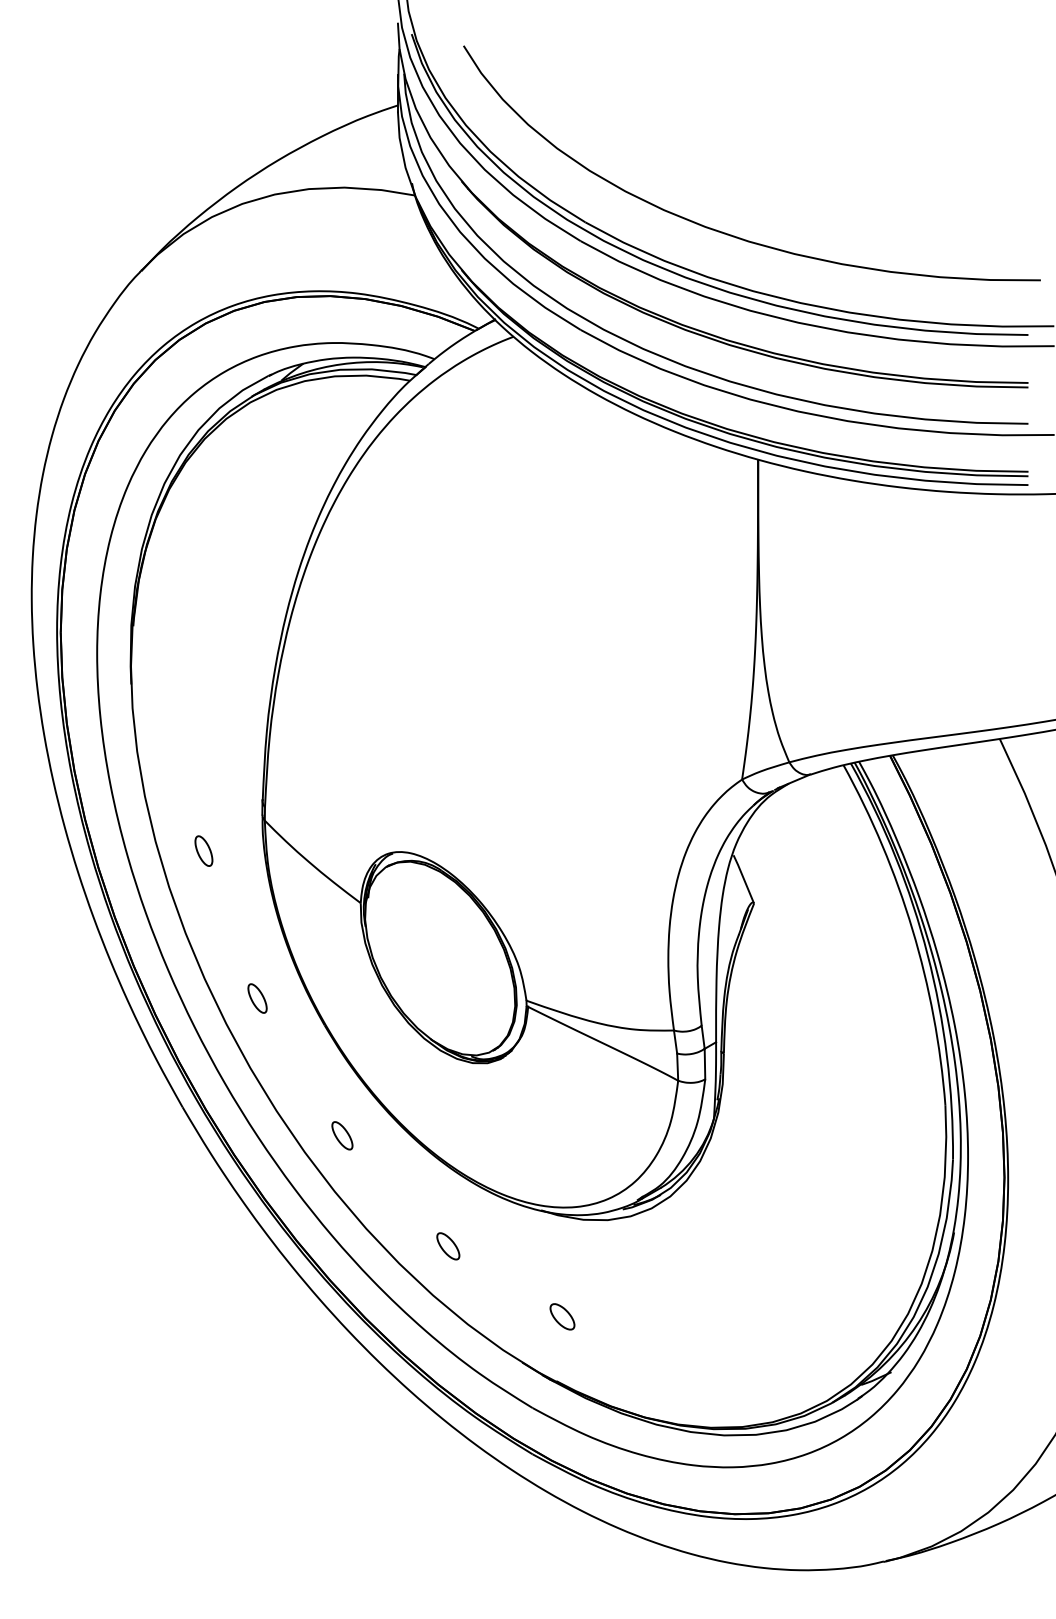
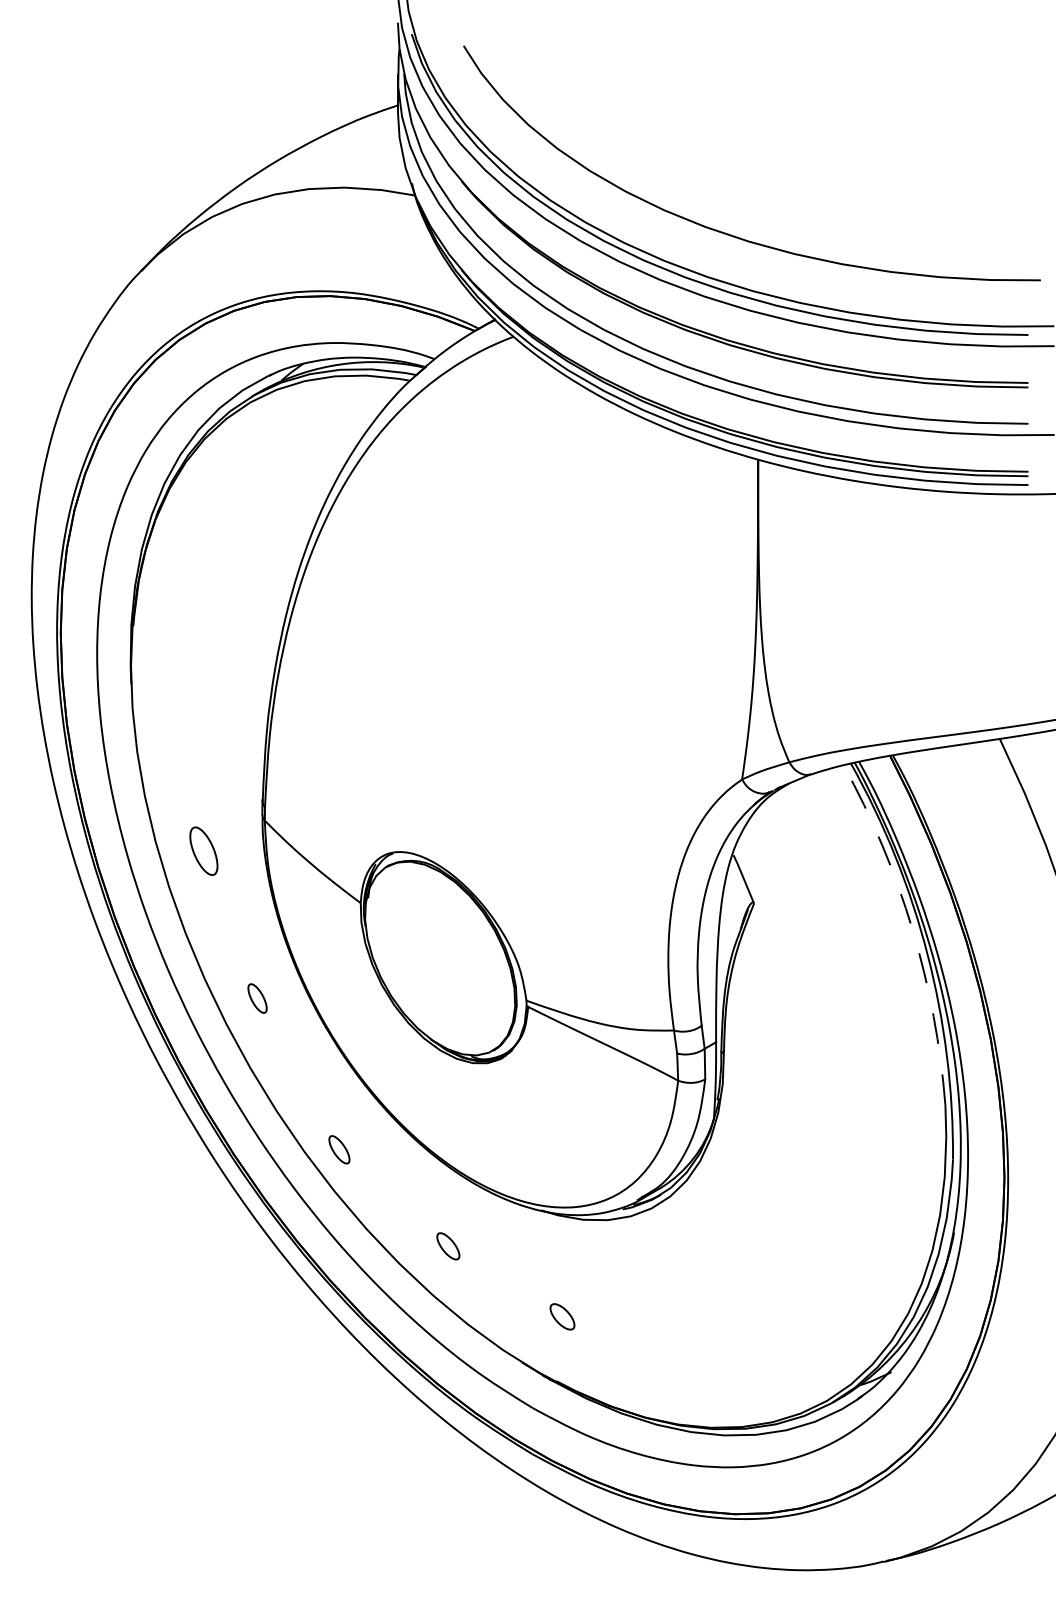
part at (203, 850) size: 20x32 px -> 30x50 px
arc at (912, 929): solid -> dashed
part at (342, 1135) position: (342, 1135) -> (339, 1149)
